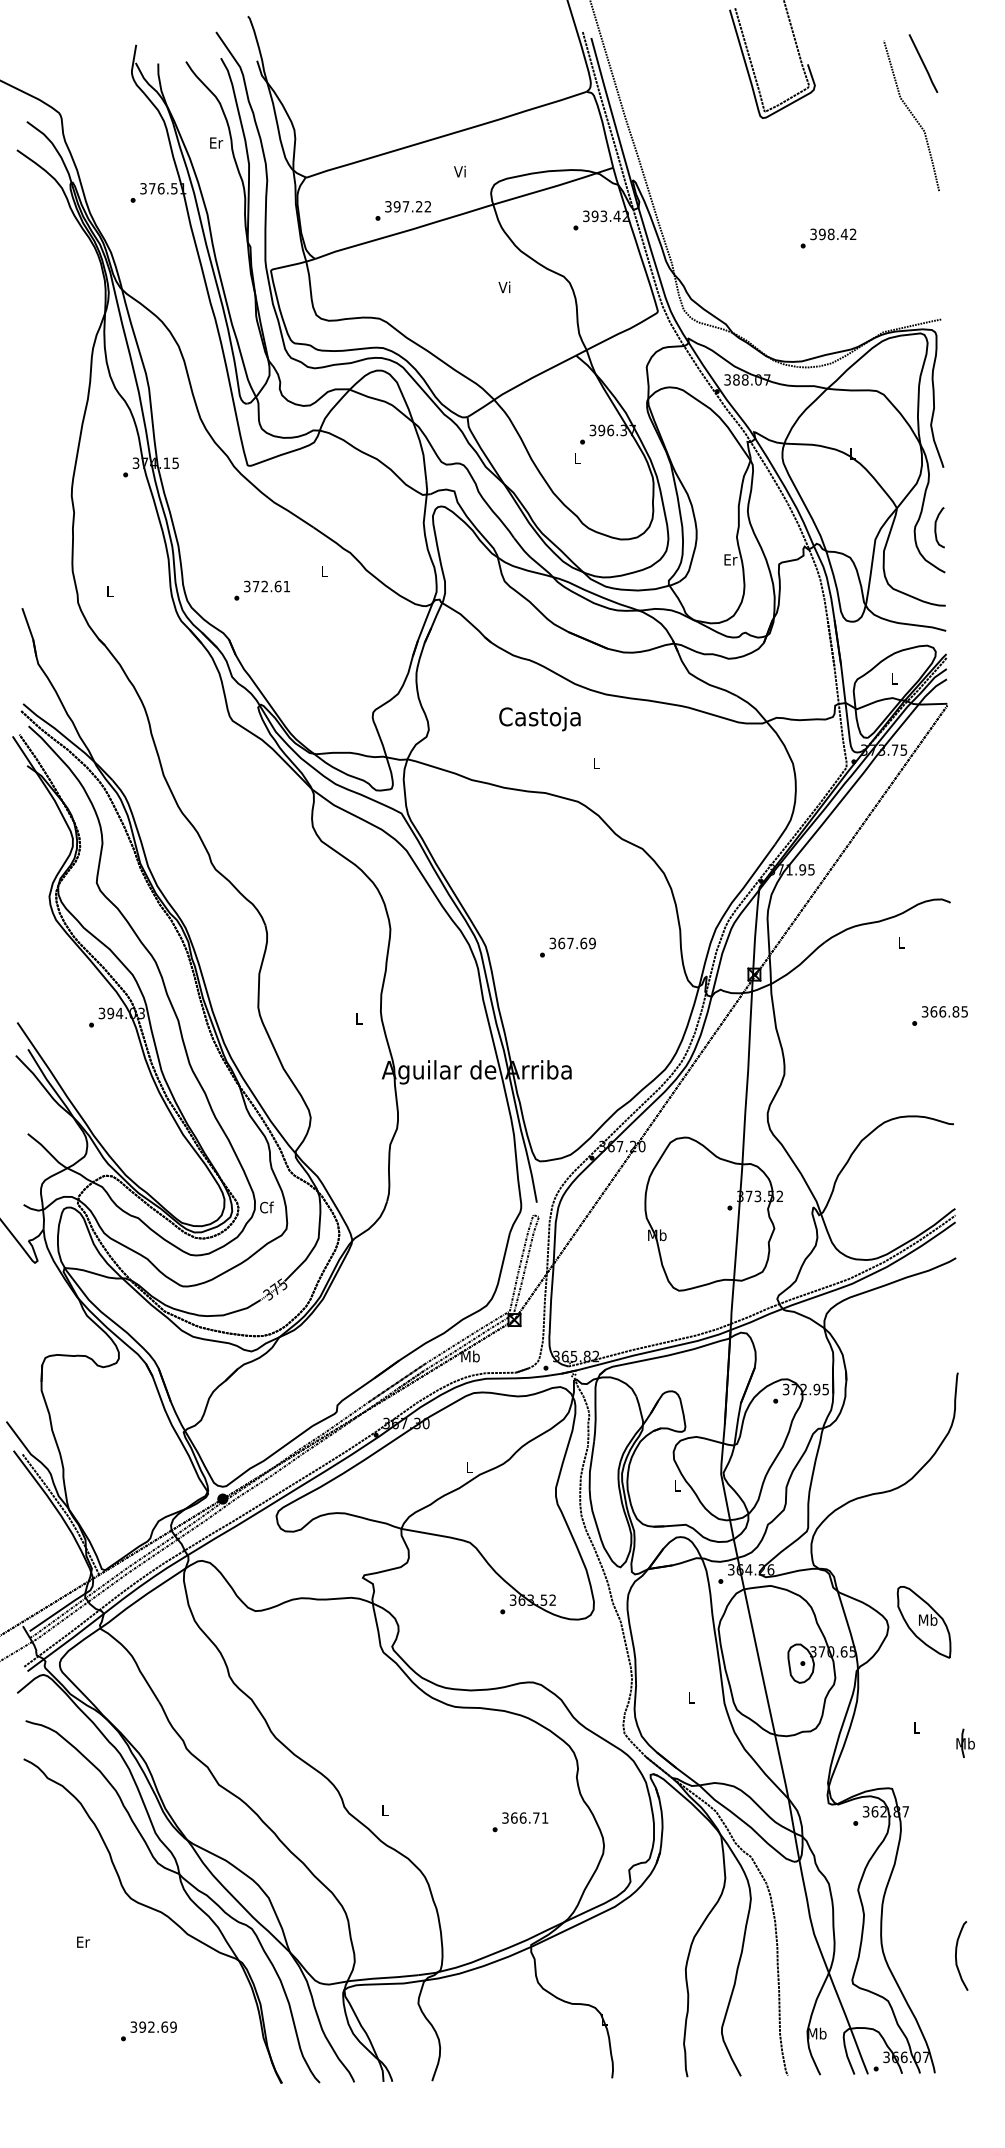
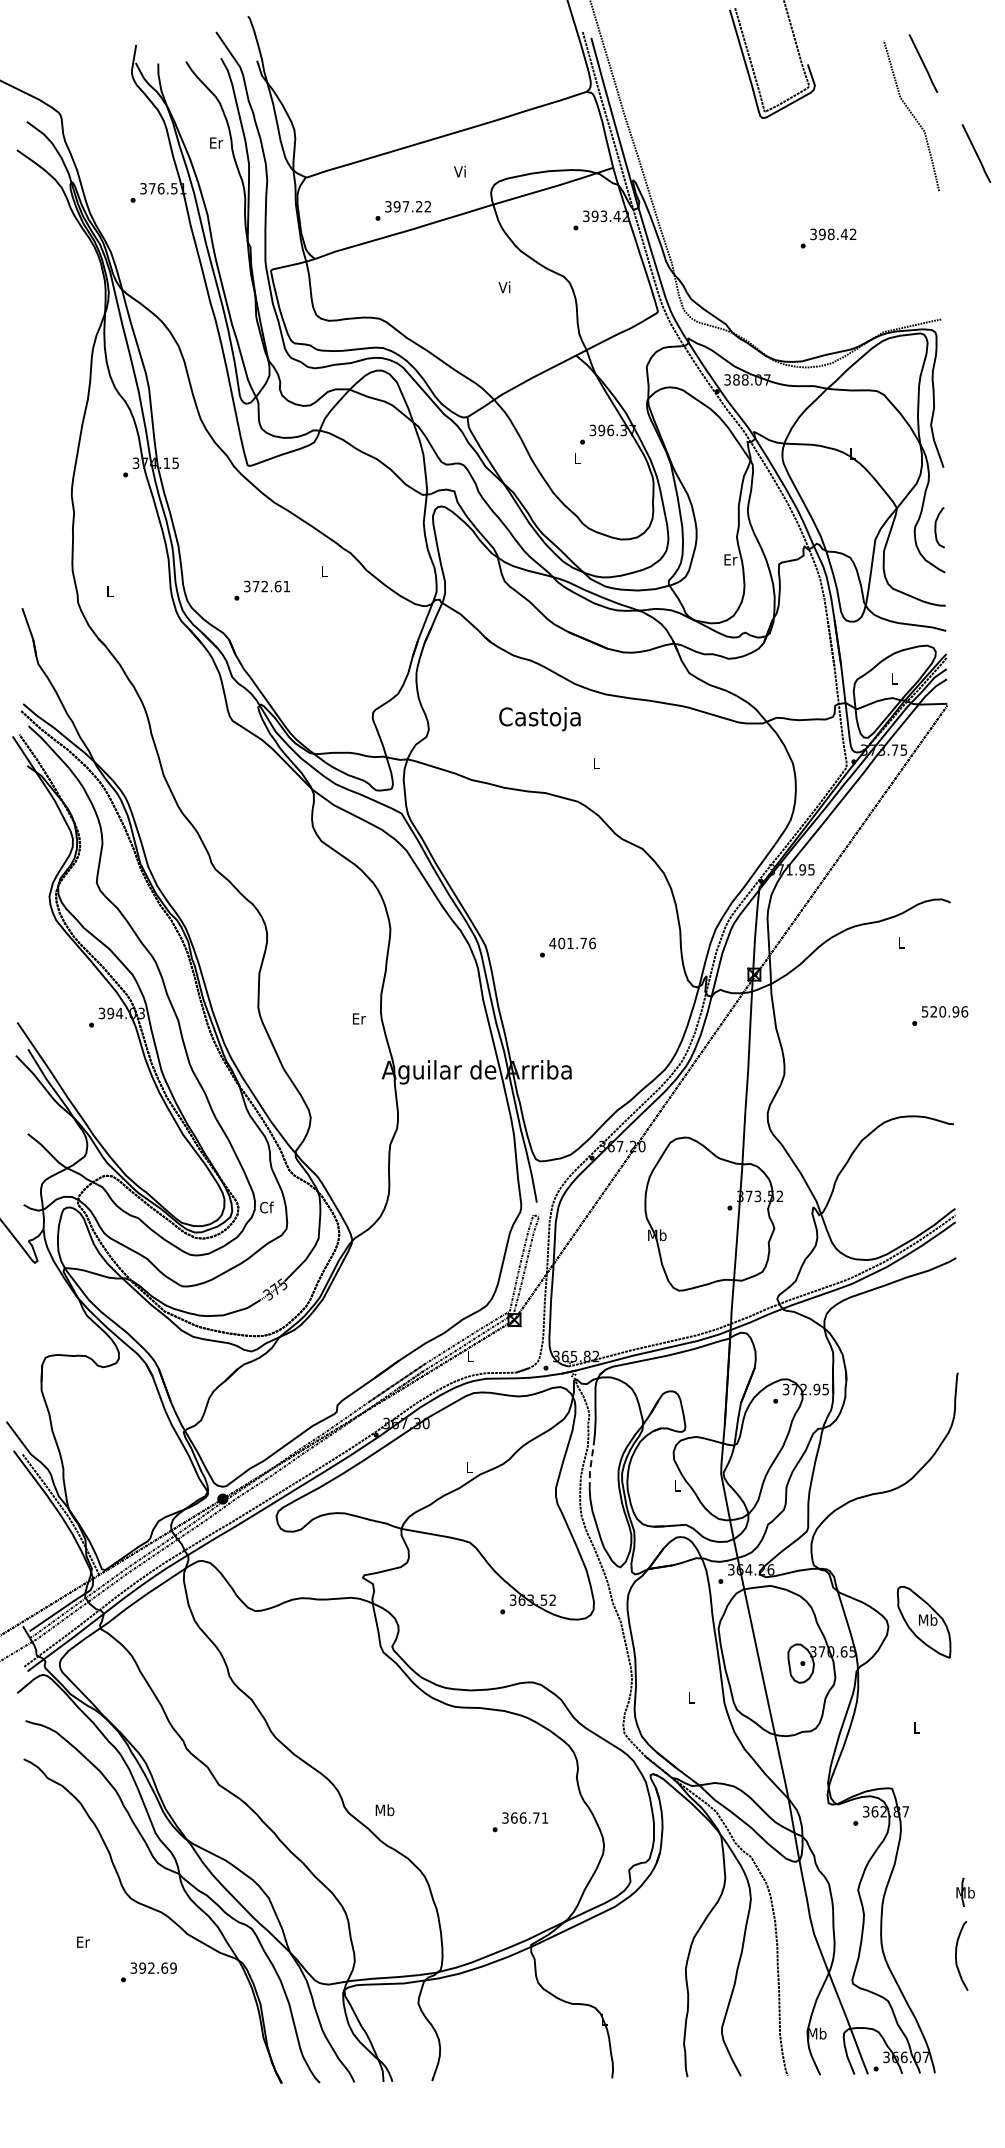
line at (976, 153): none -> present
text at (572, 943): 367.69 -> 401.76
text at (945, 1011): 366.85 -> 520.96
text at (358, 1018): L -> Er
text at (470, 1356): Mb -> L
line at (590, 1466): solid -> dashed
part at (965, 1742) position: (965, 1742) -> (965, 1891)
text at (384, 1810): L -> Mb
text at (148, 2031) position: (148, 2031) -> (148, 1972)
